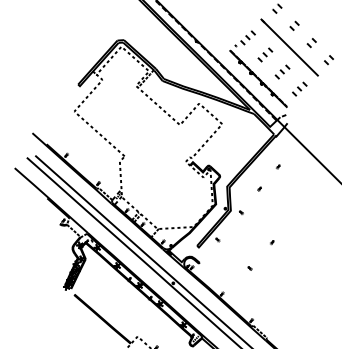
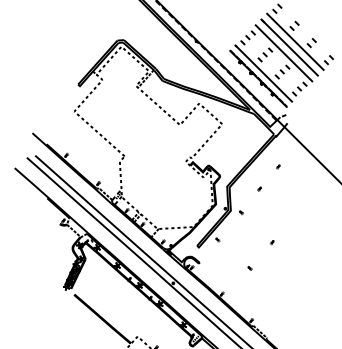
line at (295, 41): none -> present
line at (283, 53): none -> present
line at (263, 73): none -> present
